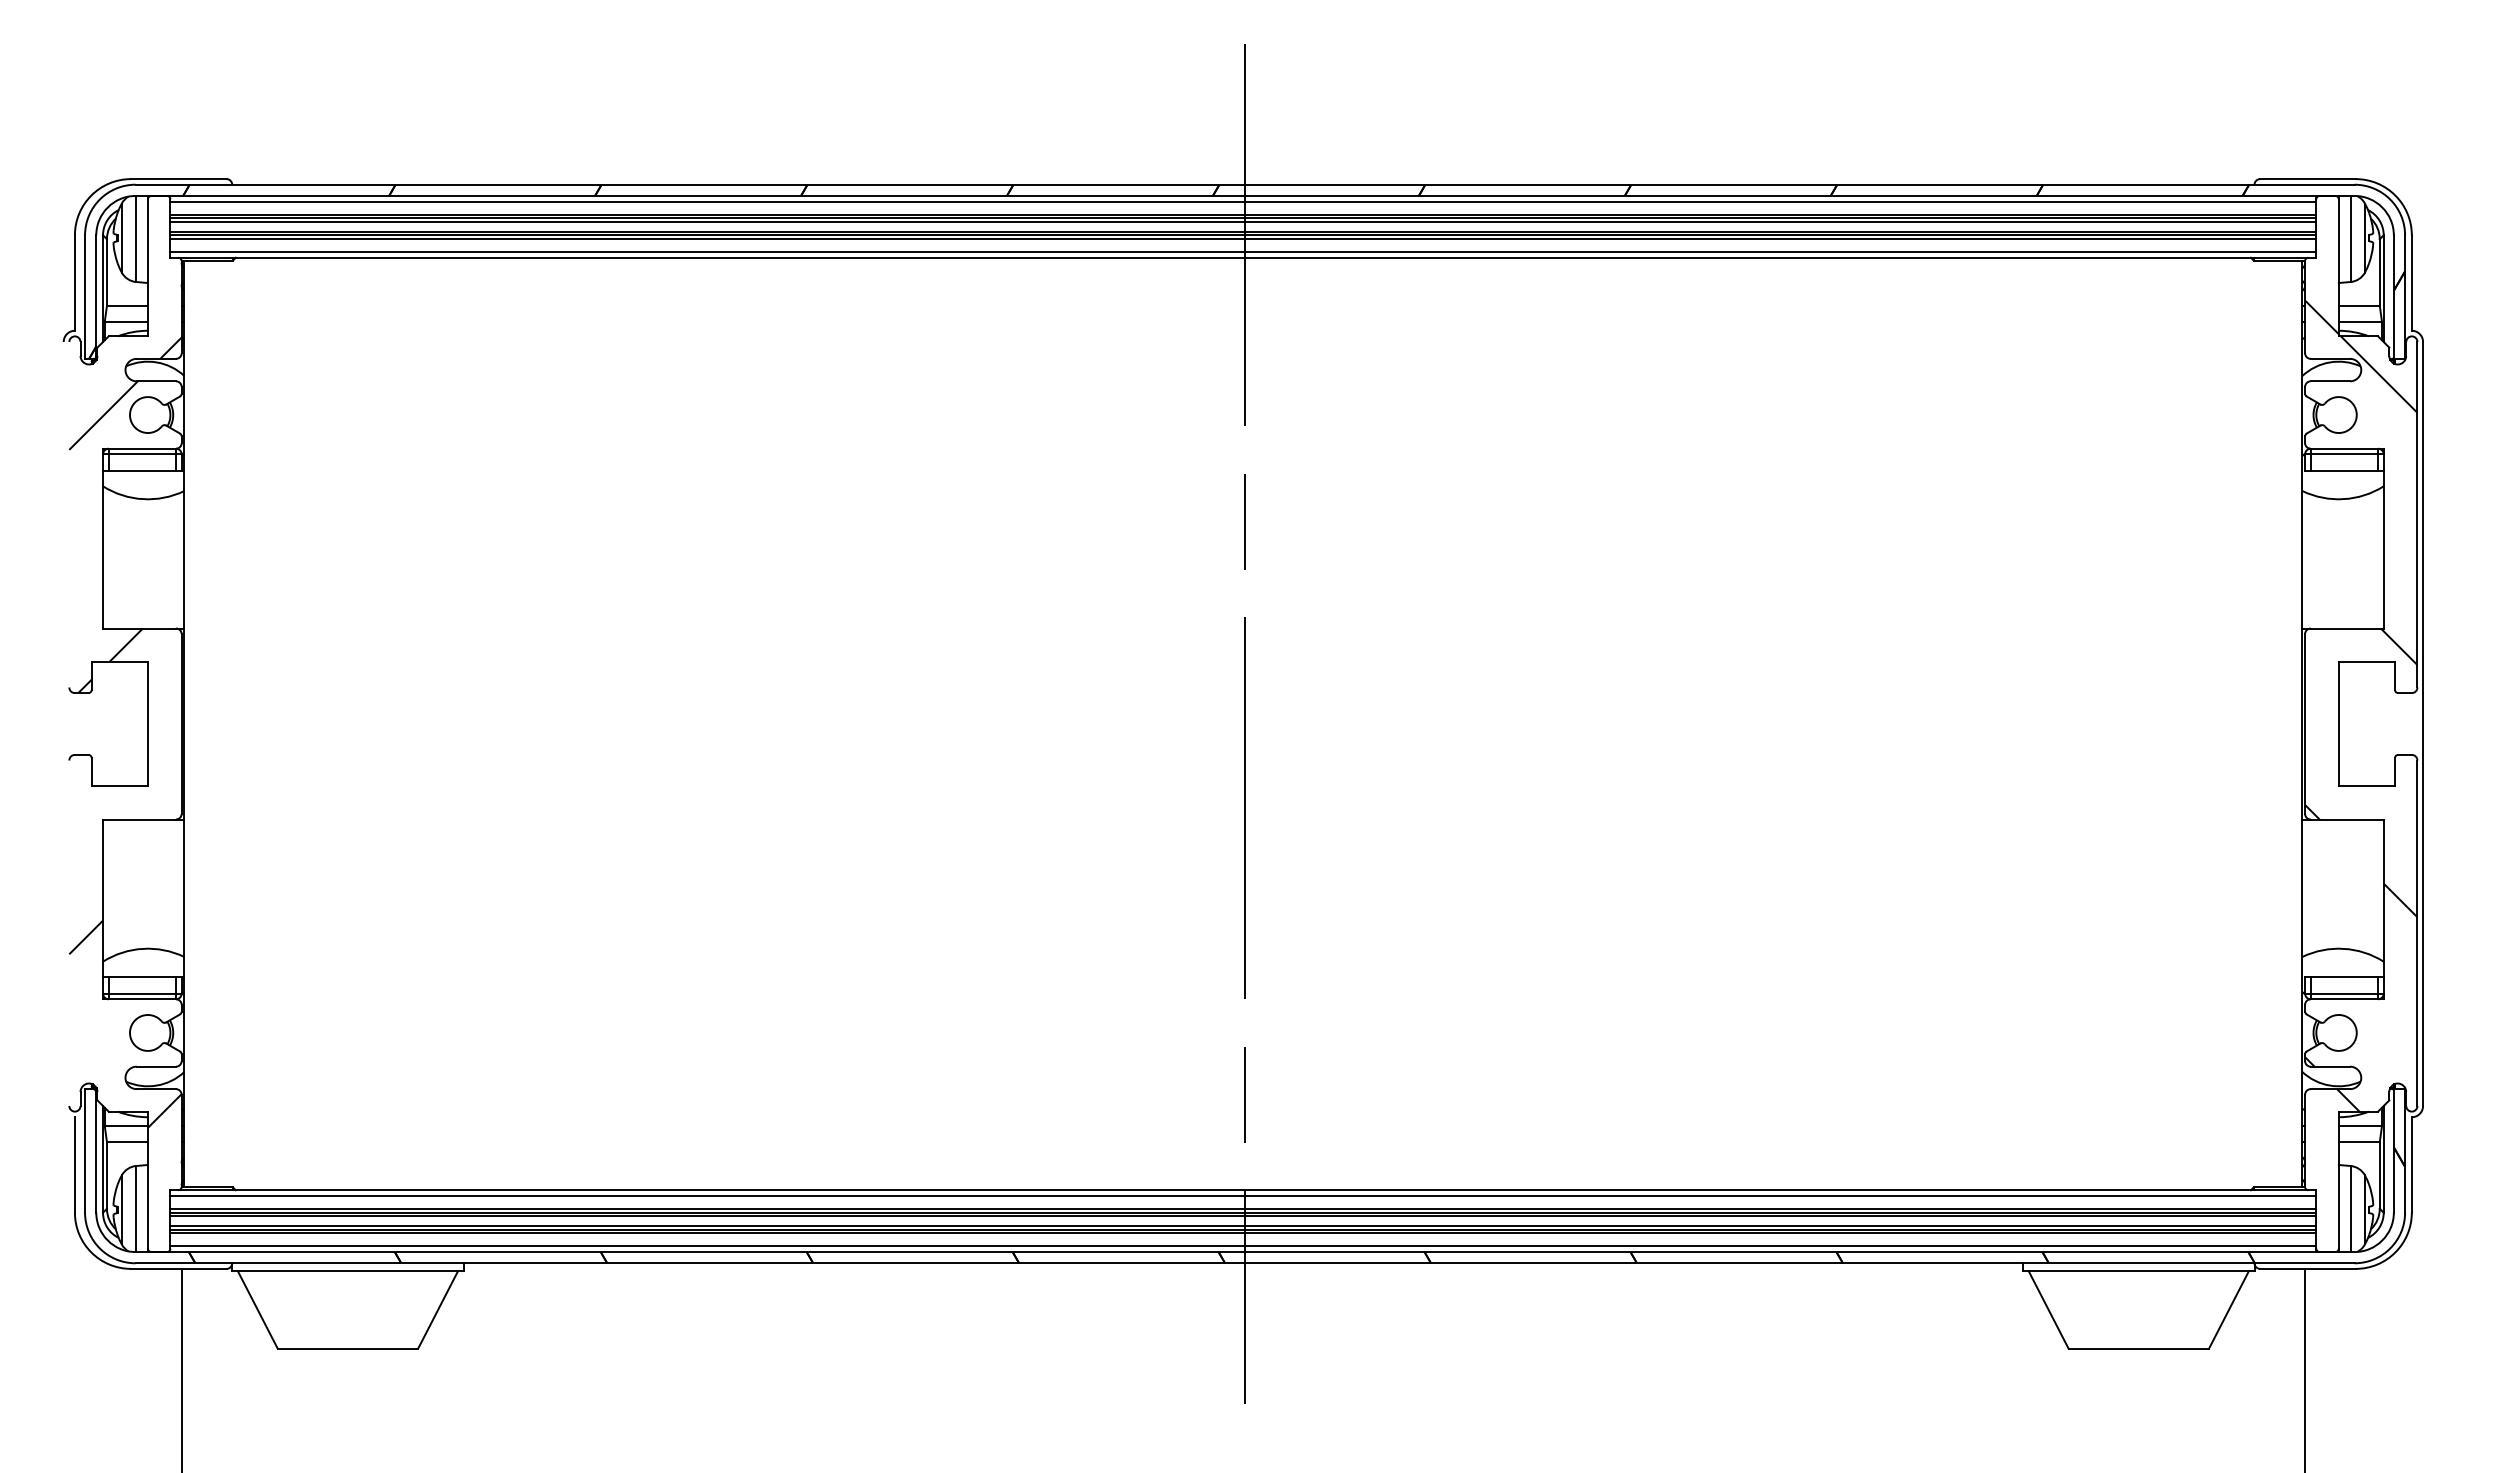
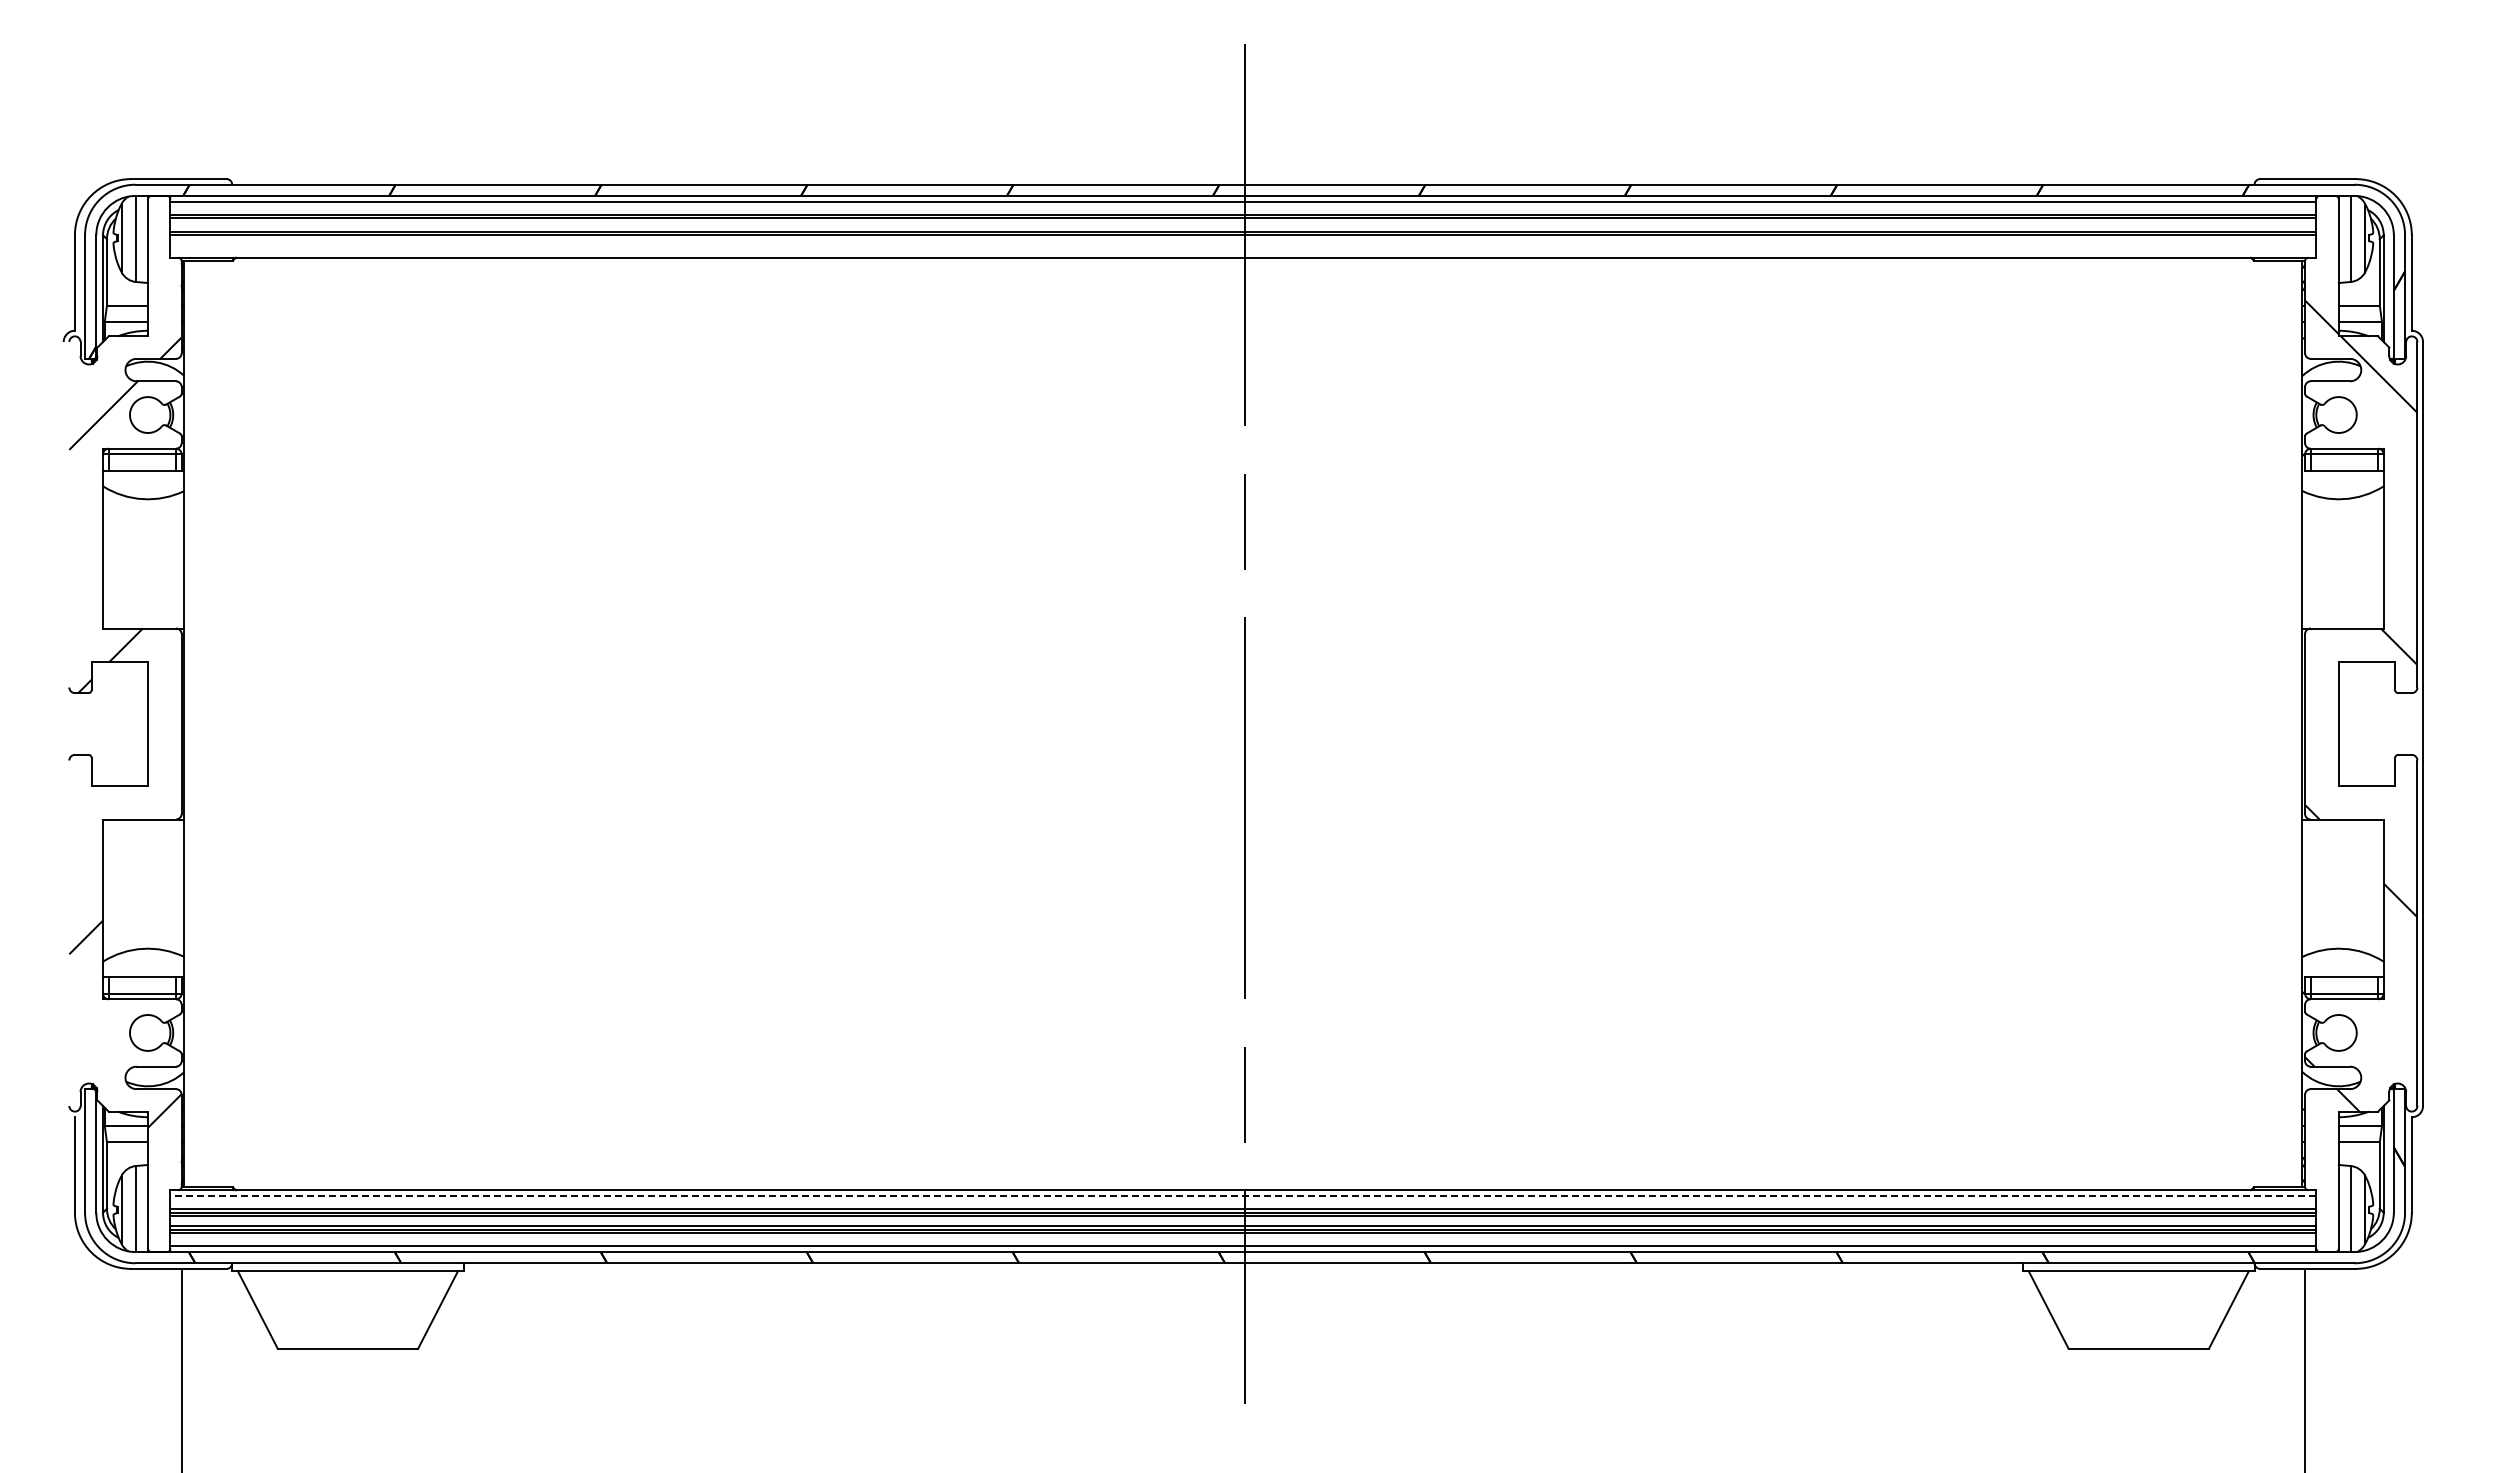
line at (1243, 221): present -> none
line at (1243, 238): present -> none
line at (1243, 252): present -> none
line at (1243, 1195): solid -> dashed
